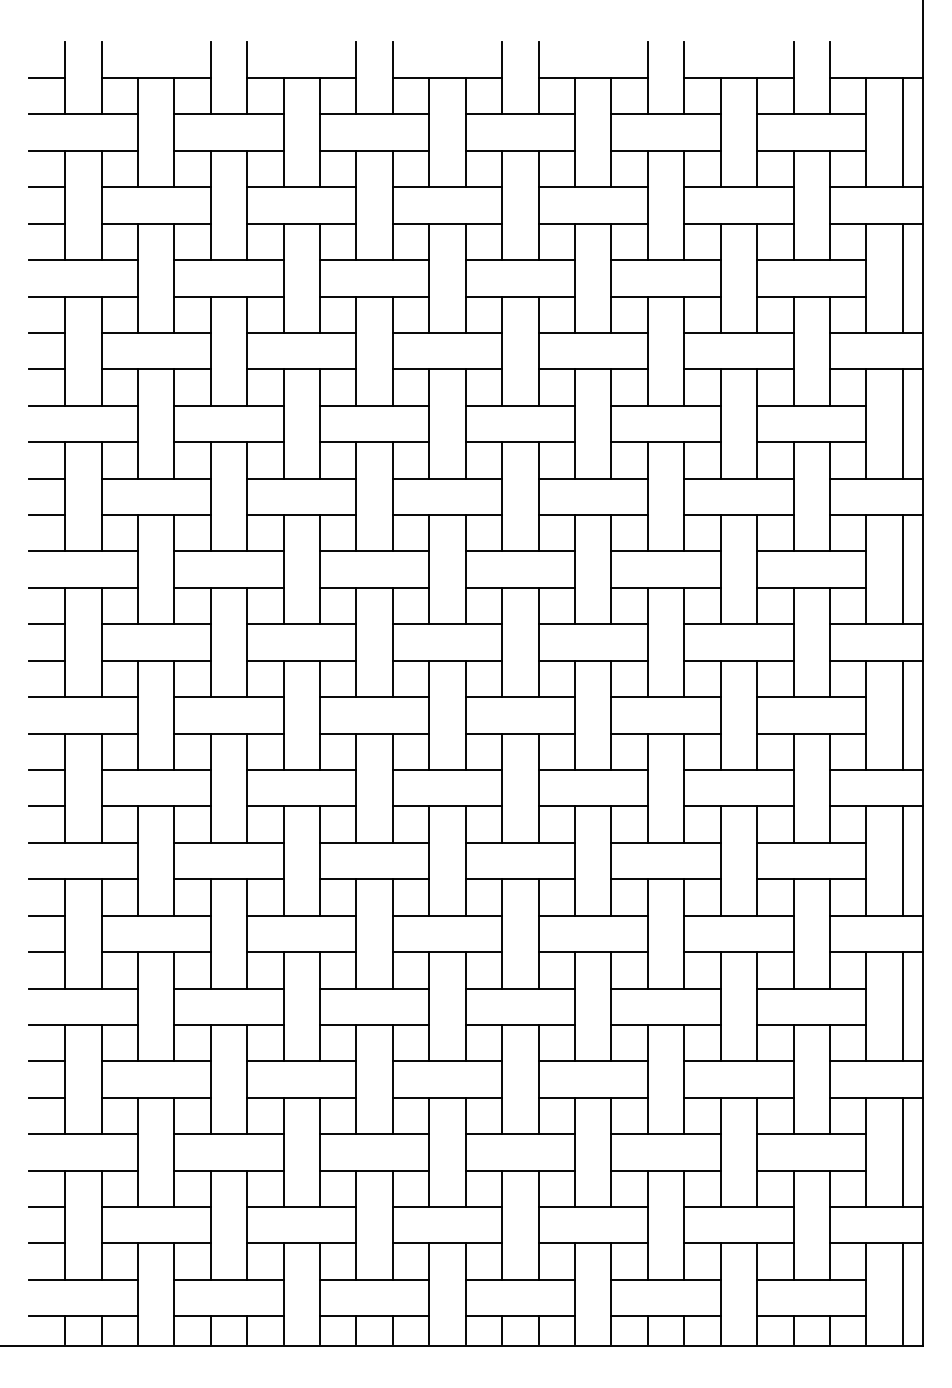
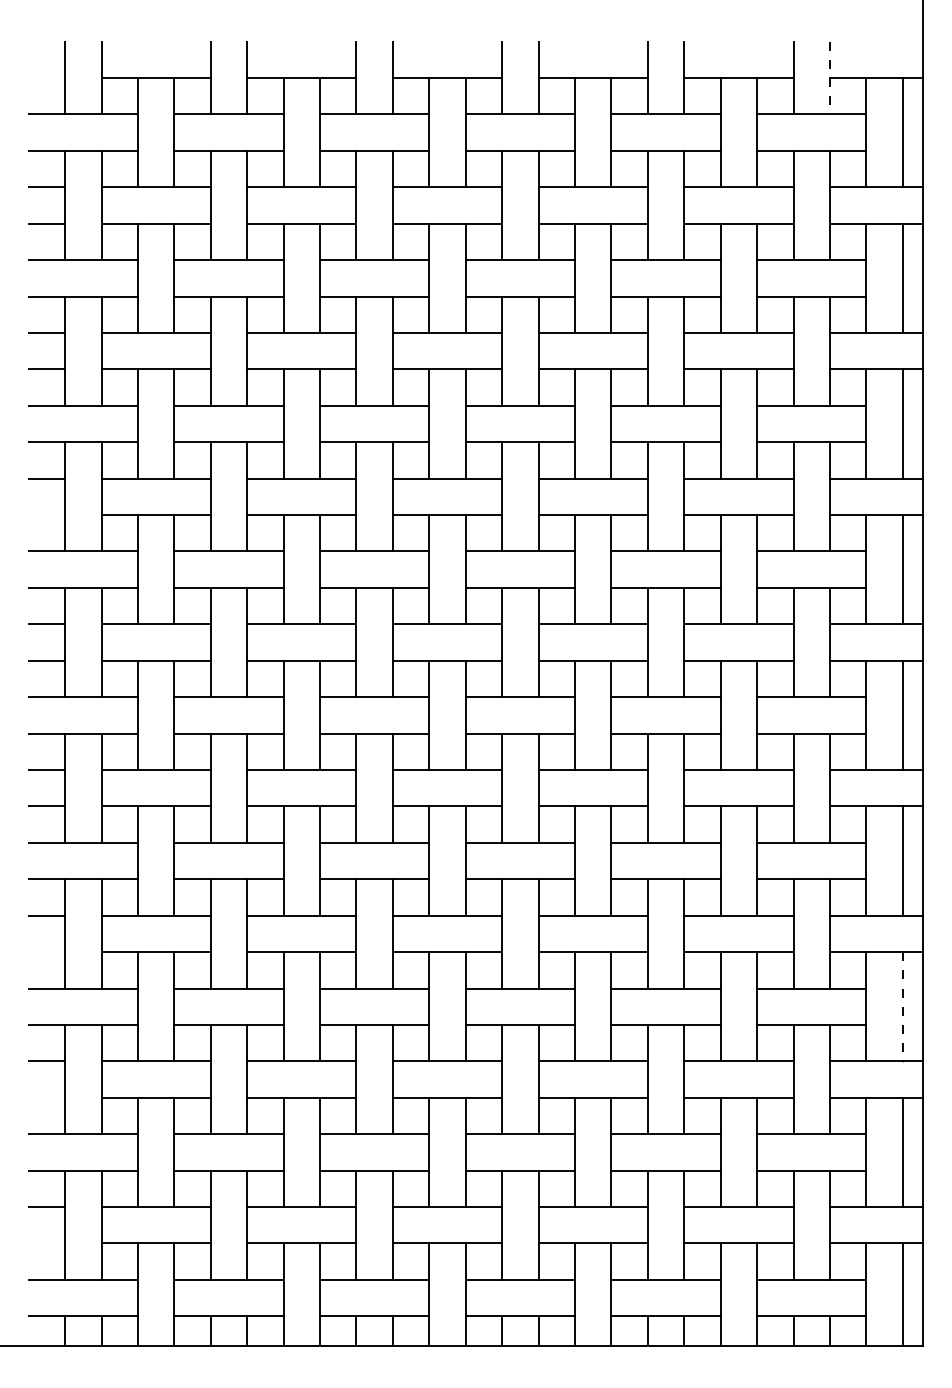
line at (46, 78): present -> none
line at (829, 78): solid -> dashed
line at (46, 515): present -> none
line at (46, 952): present -> none
line at (902, 1006): solid -> dashed
line at (46, 1097): present -> none
line at (46, 1243): present -> none
